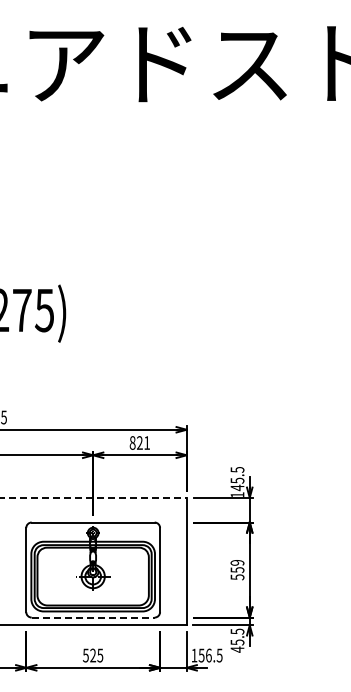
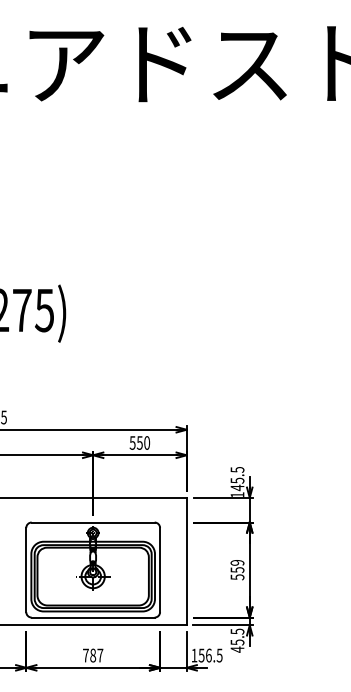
text at (139, 442): 821 -> 550
line at (93, 497): dashed -> solid
line at (93, 617): dashed -> solid
text at (92, 655): 525 -> 787
